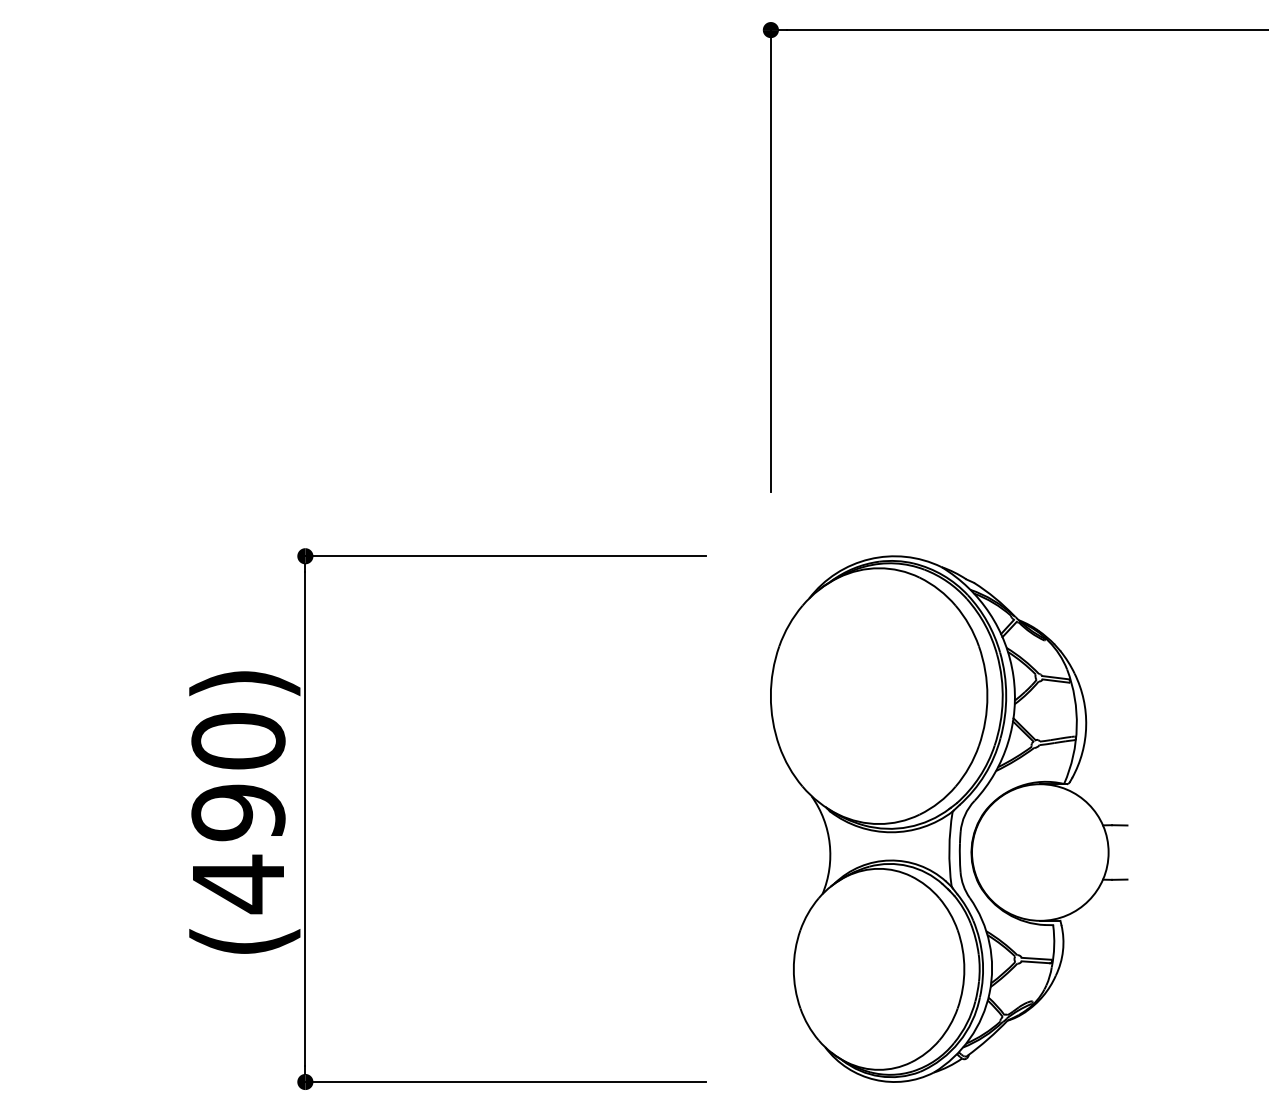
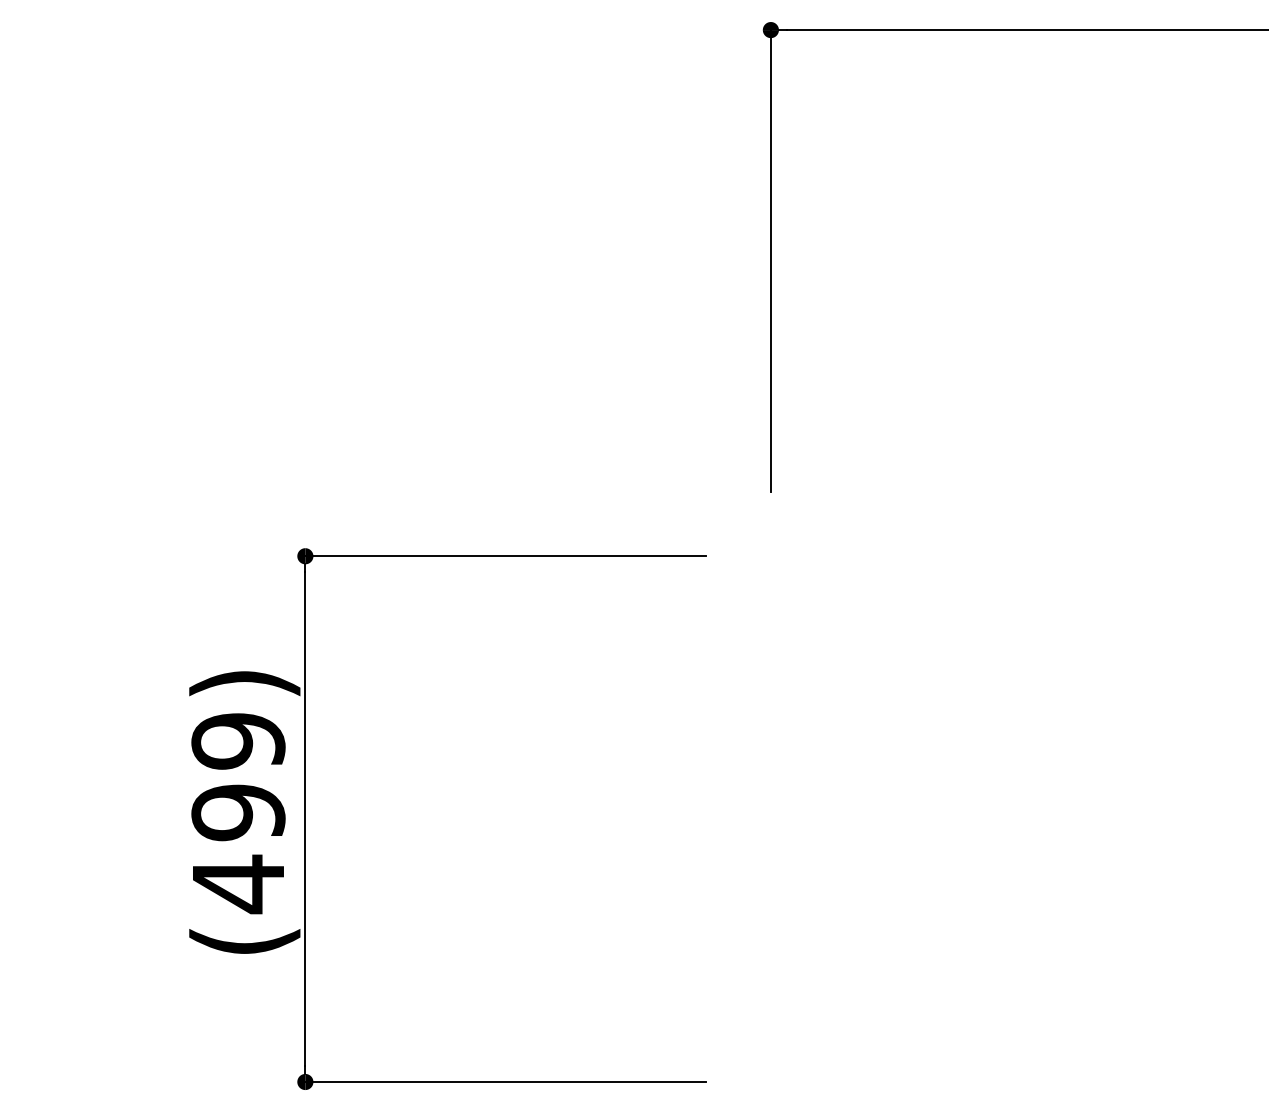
text at (238, 741): (490) -> (499)
part at (949, 818): present -> none
